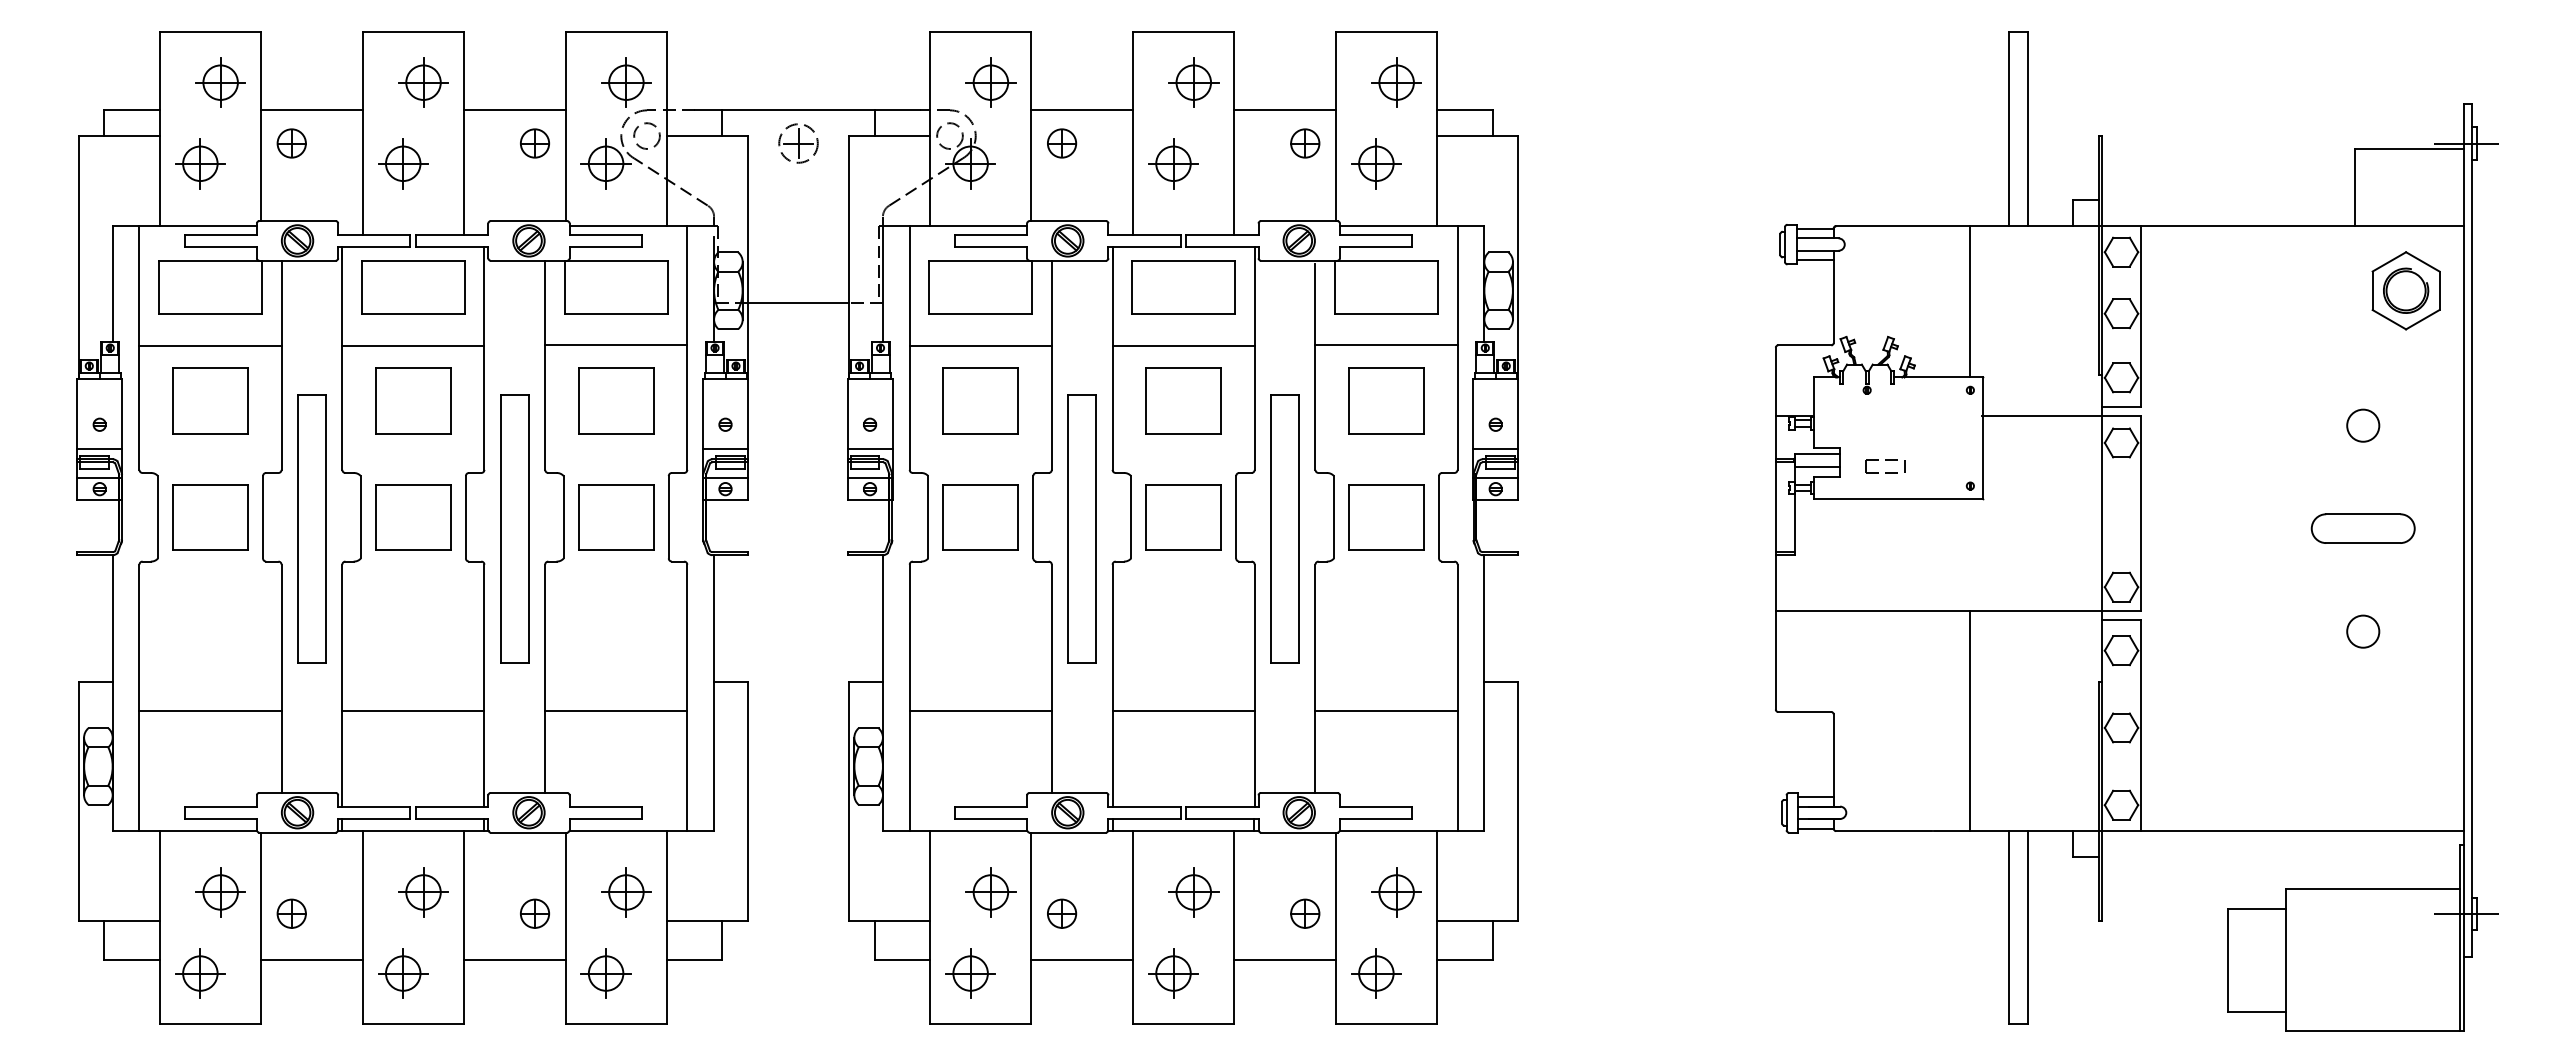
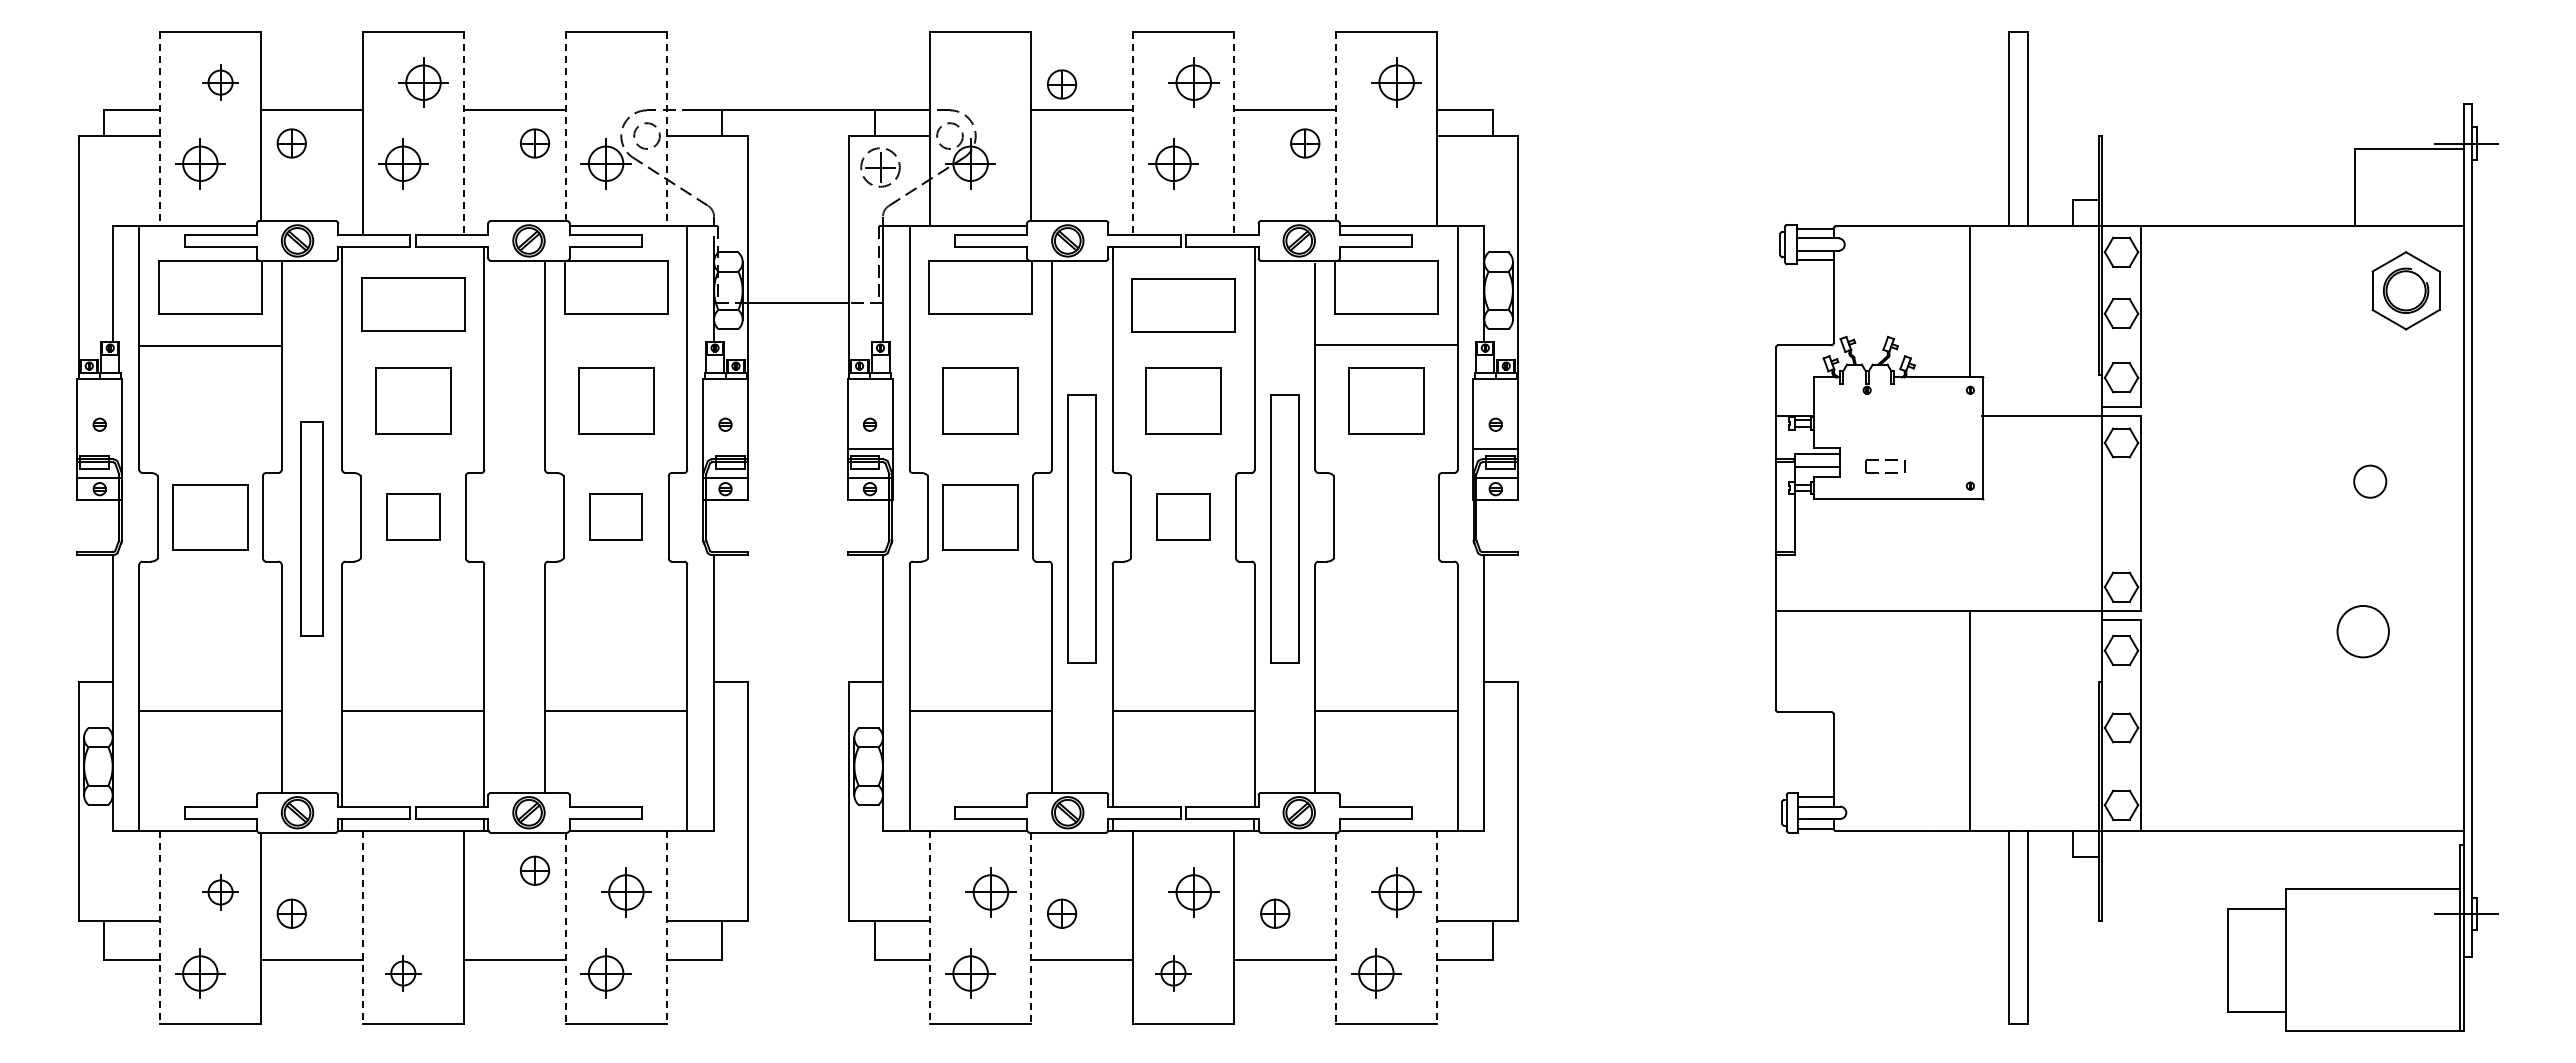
part at (220, 82) size: 51x51 px -> 37x37 px
part at (626, 82): present -> none
part at (990, 82): present -> none
line at (565, 126): solid -> dashed
line at (1335, 126): solid -> dashed
line at (159, 129): solid -> dashed
line at (666, 129): solid -> dashed
line at (464, 133): solid -> dashed
line at (1132, 133): solid -> dashed
line at (1234, 133): solid -> dashed
part at (798, 143) position: (798, 143) -> (880, 167)
part at (1062, 143) position: (1062, 143) -> (1062, 84)
part at (1376, 163): present -> none
part at (413, 287) position: (413, 287) -> (413, 304)
part at (1183, 287) position: (1183, 287) -> (1183, 305)
line at (413, 345): present -> none
line at (616, 345): present -> none
line at (980, 345): present -> none
line at (1183, 345): present -> none
part at (210, 400): present -> none
circle at (2363, 425) position: (2363, 425) -> (2370, 481)
line at (99, 449): present -> none
line at (725, 449): present -> none
part at (413, 517) size: 77x67 px -> 55x48 px
part at (616, 517) size: 77x67 px -> 54x48 px
part at (1183, 517) size: 77x67 px -> 55x48 px
part at (1386, 517): present -> none
part at (311, 528) size: 30x270 px -> 24x216 px
part at (514, 528): present -> none
part at (2362, 528): present -> none
circle at (2363, 631) diameter: 32 px -> 51 px
part at (220, 892) size: 51x51 px -> 37x37 px
part at (423, 892): present -> none
part at (534, 913) position: (534, 913) -> (534, 870)
part at (1305, 913) position: (1305, 913) -> (1275, 913)
line at (159, 927): solid -> dashed
line at (362, 927): solid -> dashed
line at (666, 927): solid -> dashed
line at (930, 927): solid -> dashed
line at (1437, 927): solid -> dashed
line at (565, 928): solid -> dashed
line at (1031, 928): solid -> dashed
line at (1335, 928): solid -> dashed
part at (403, 973) size: 51x51 px -> 37x37 px
part at (1173, 973) size: 51x51 px -> 37x37 px
